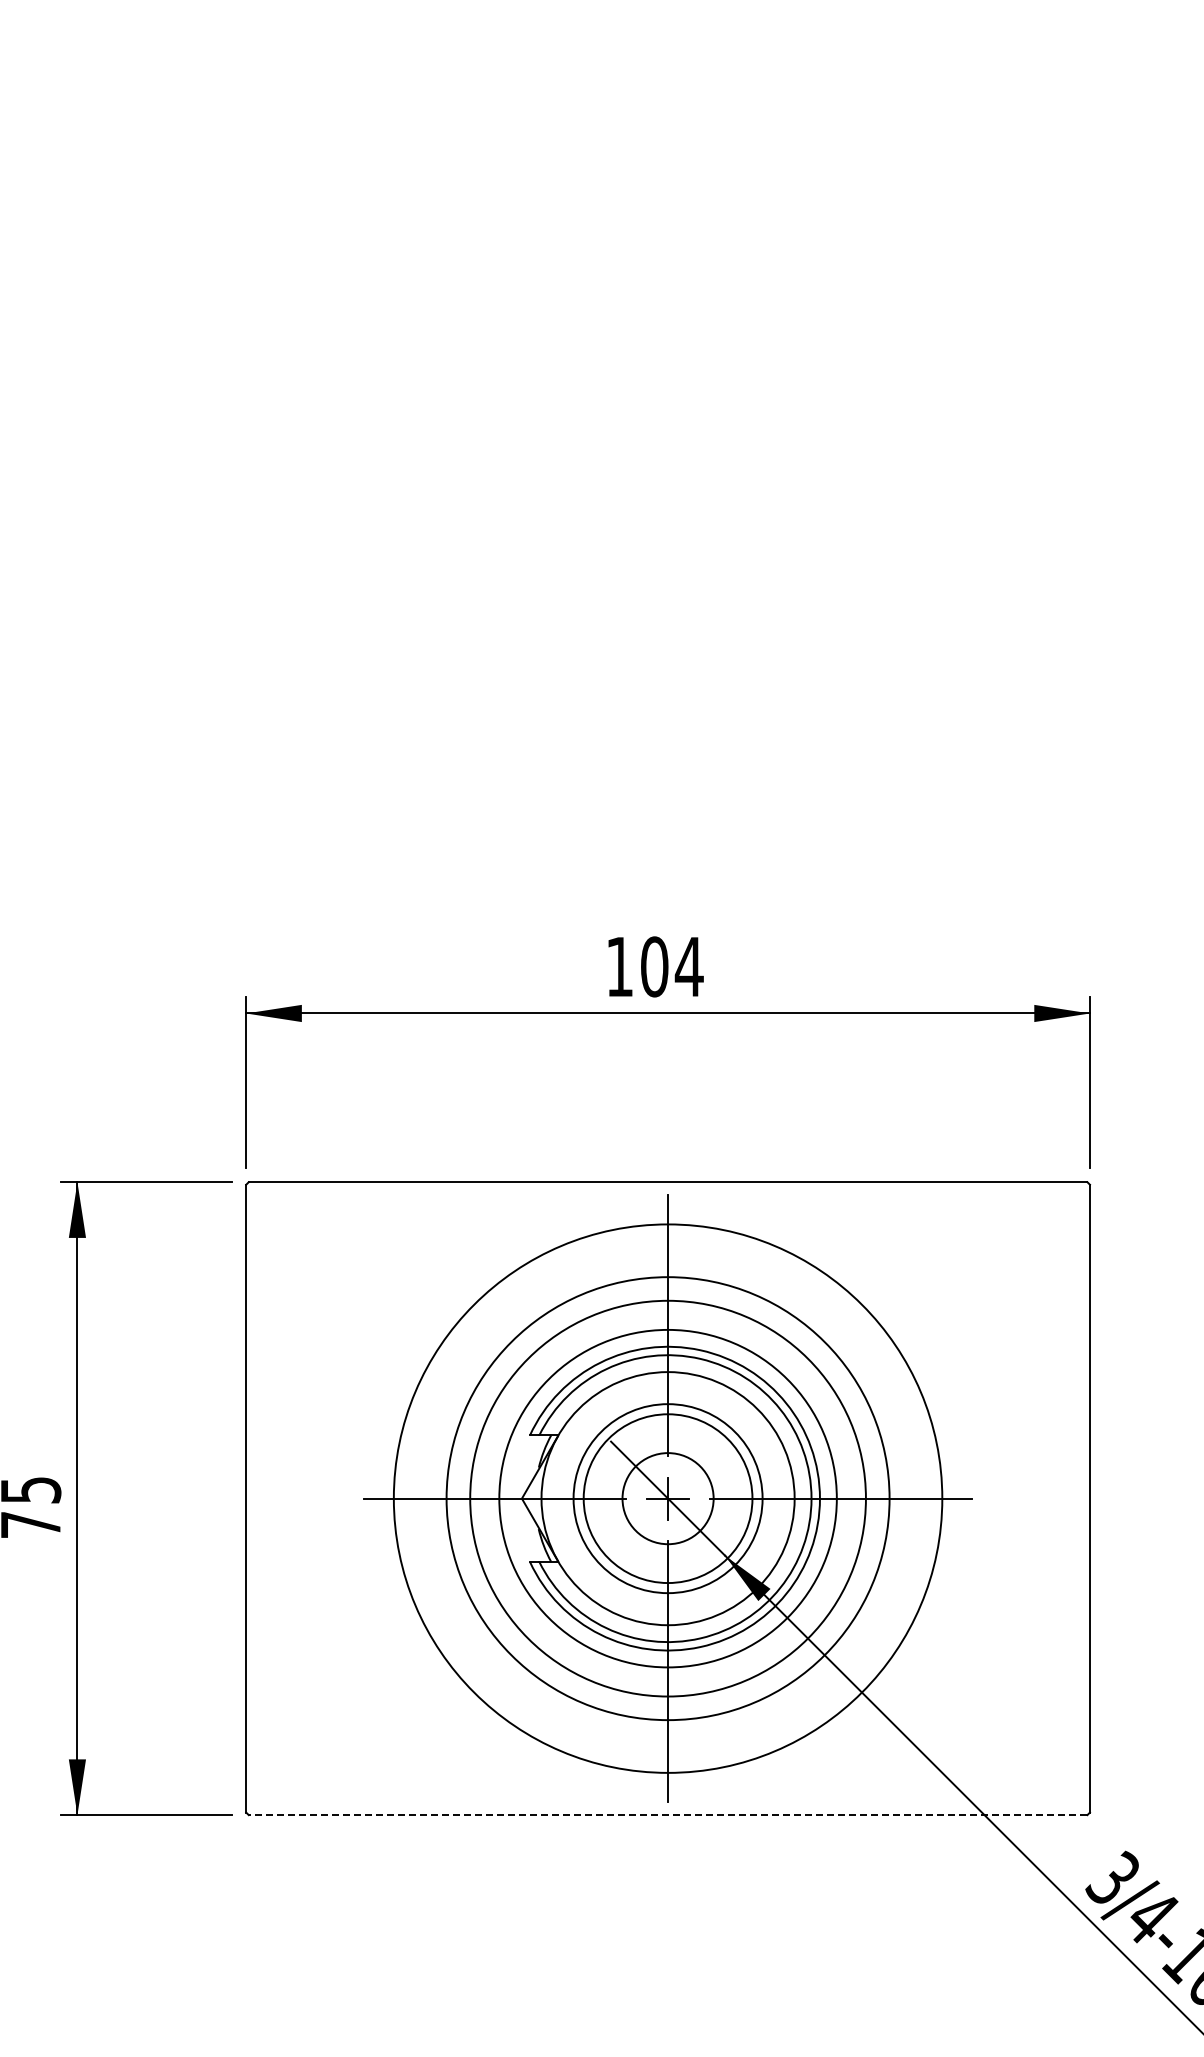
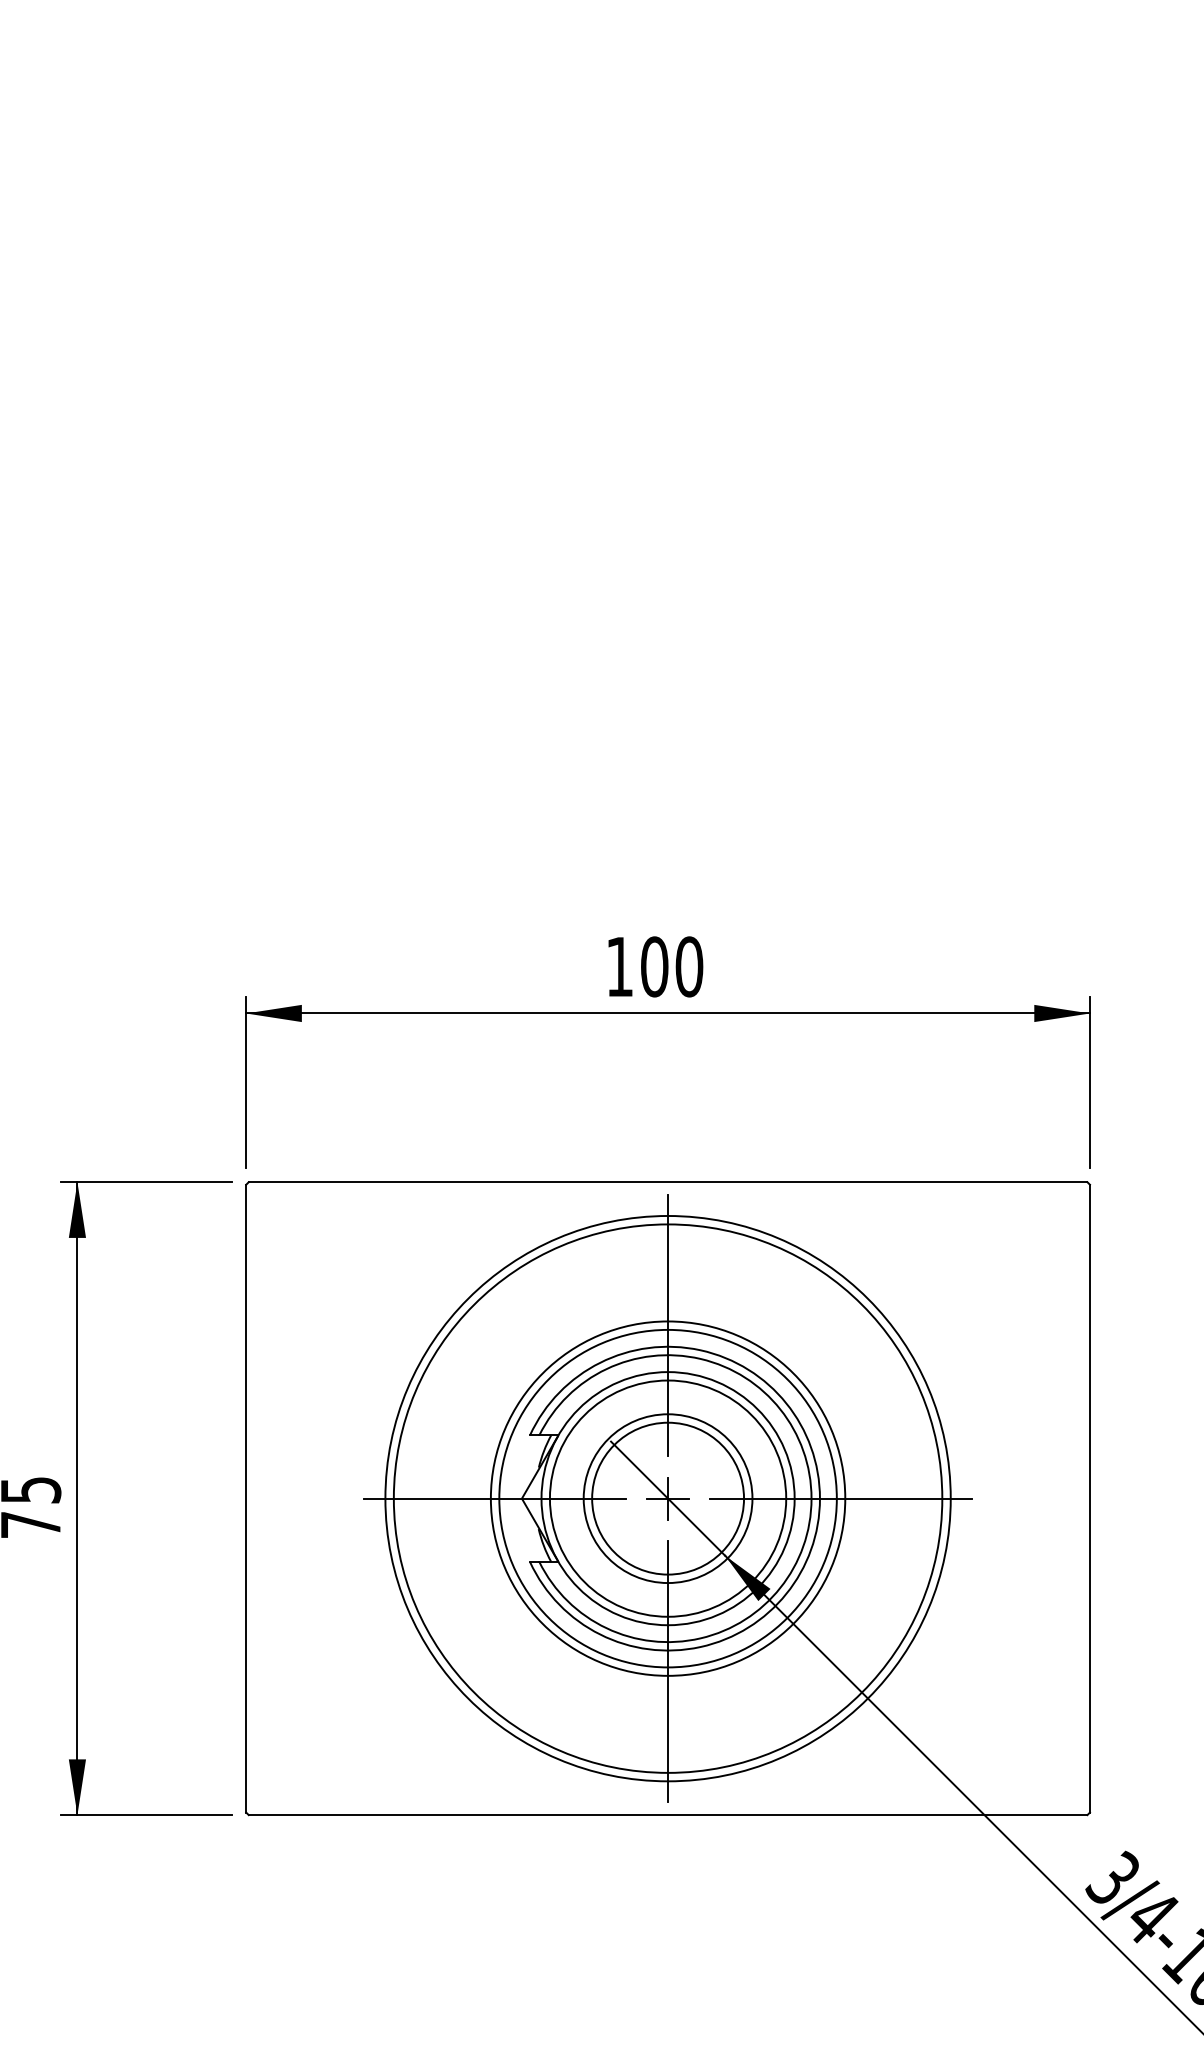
text at (688, 966): 104 -> 100
circle at (667, 1498) diameter: 189 px -> 236 px
circle at (667, 1498) diameter: 396 px -> 565 px
circle at (667, 1498) diameter: 443 px -> 354 px
circle at (667, 1498) diameter: 91 px -> 152 px
line at (667, 1815): dashed -> solid
